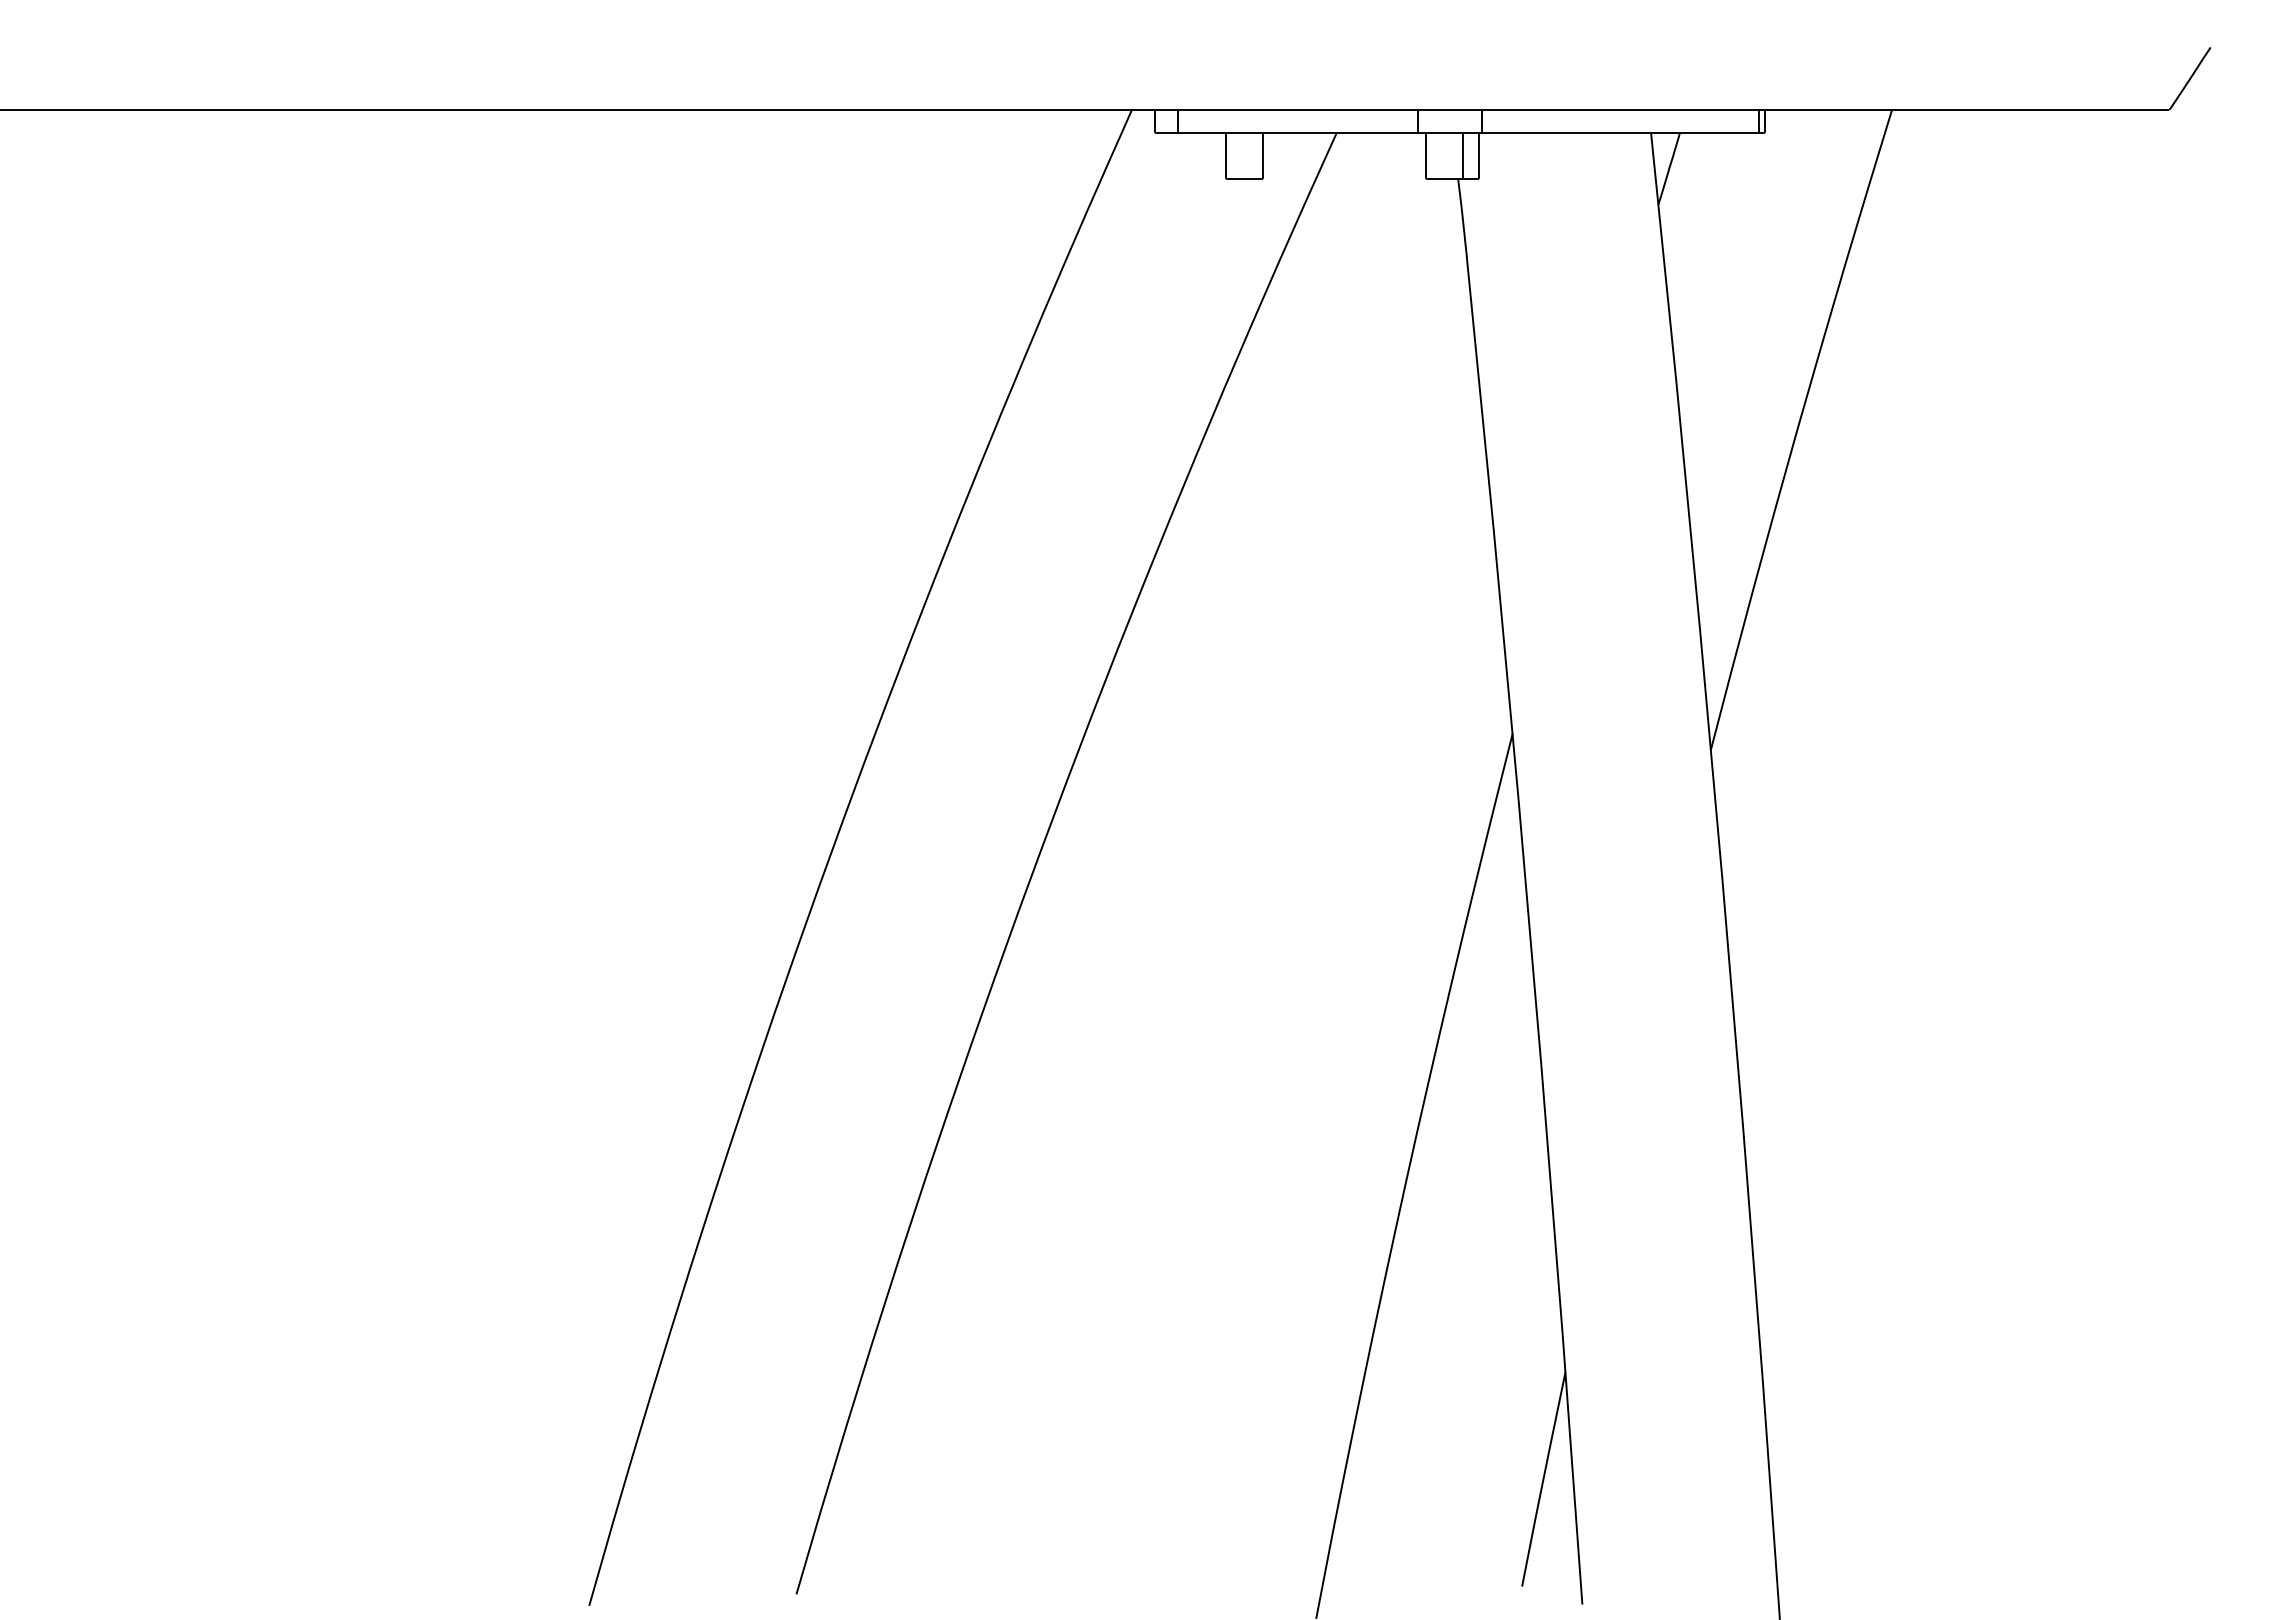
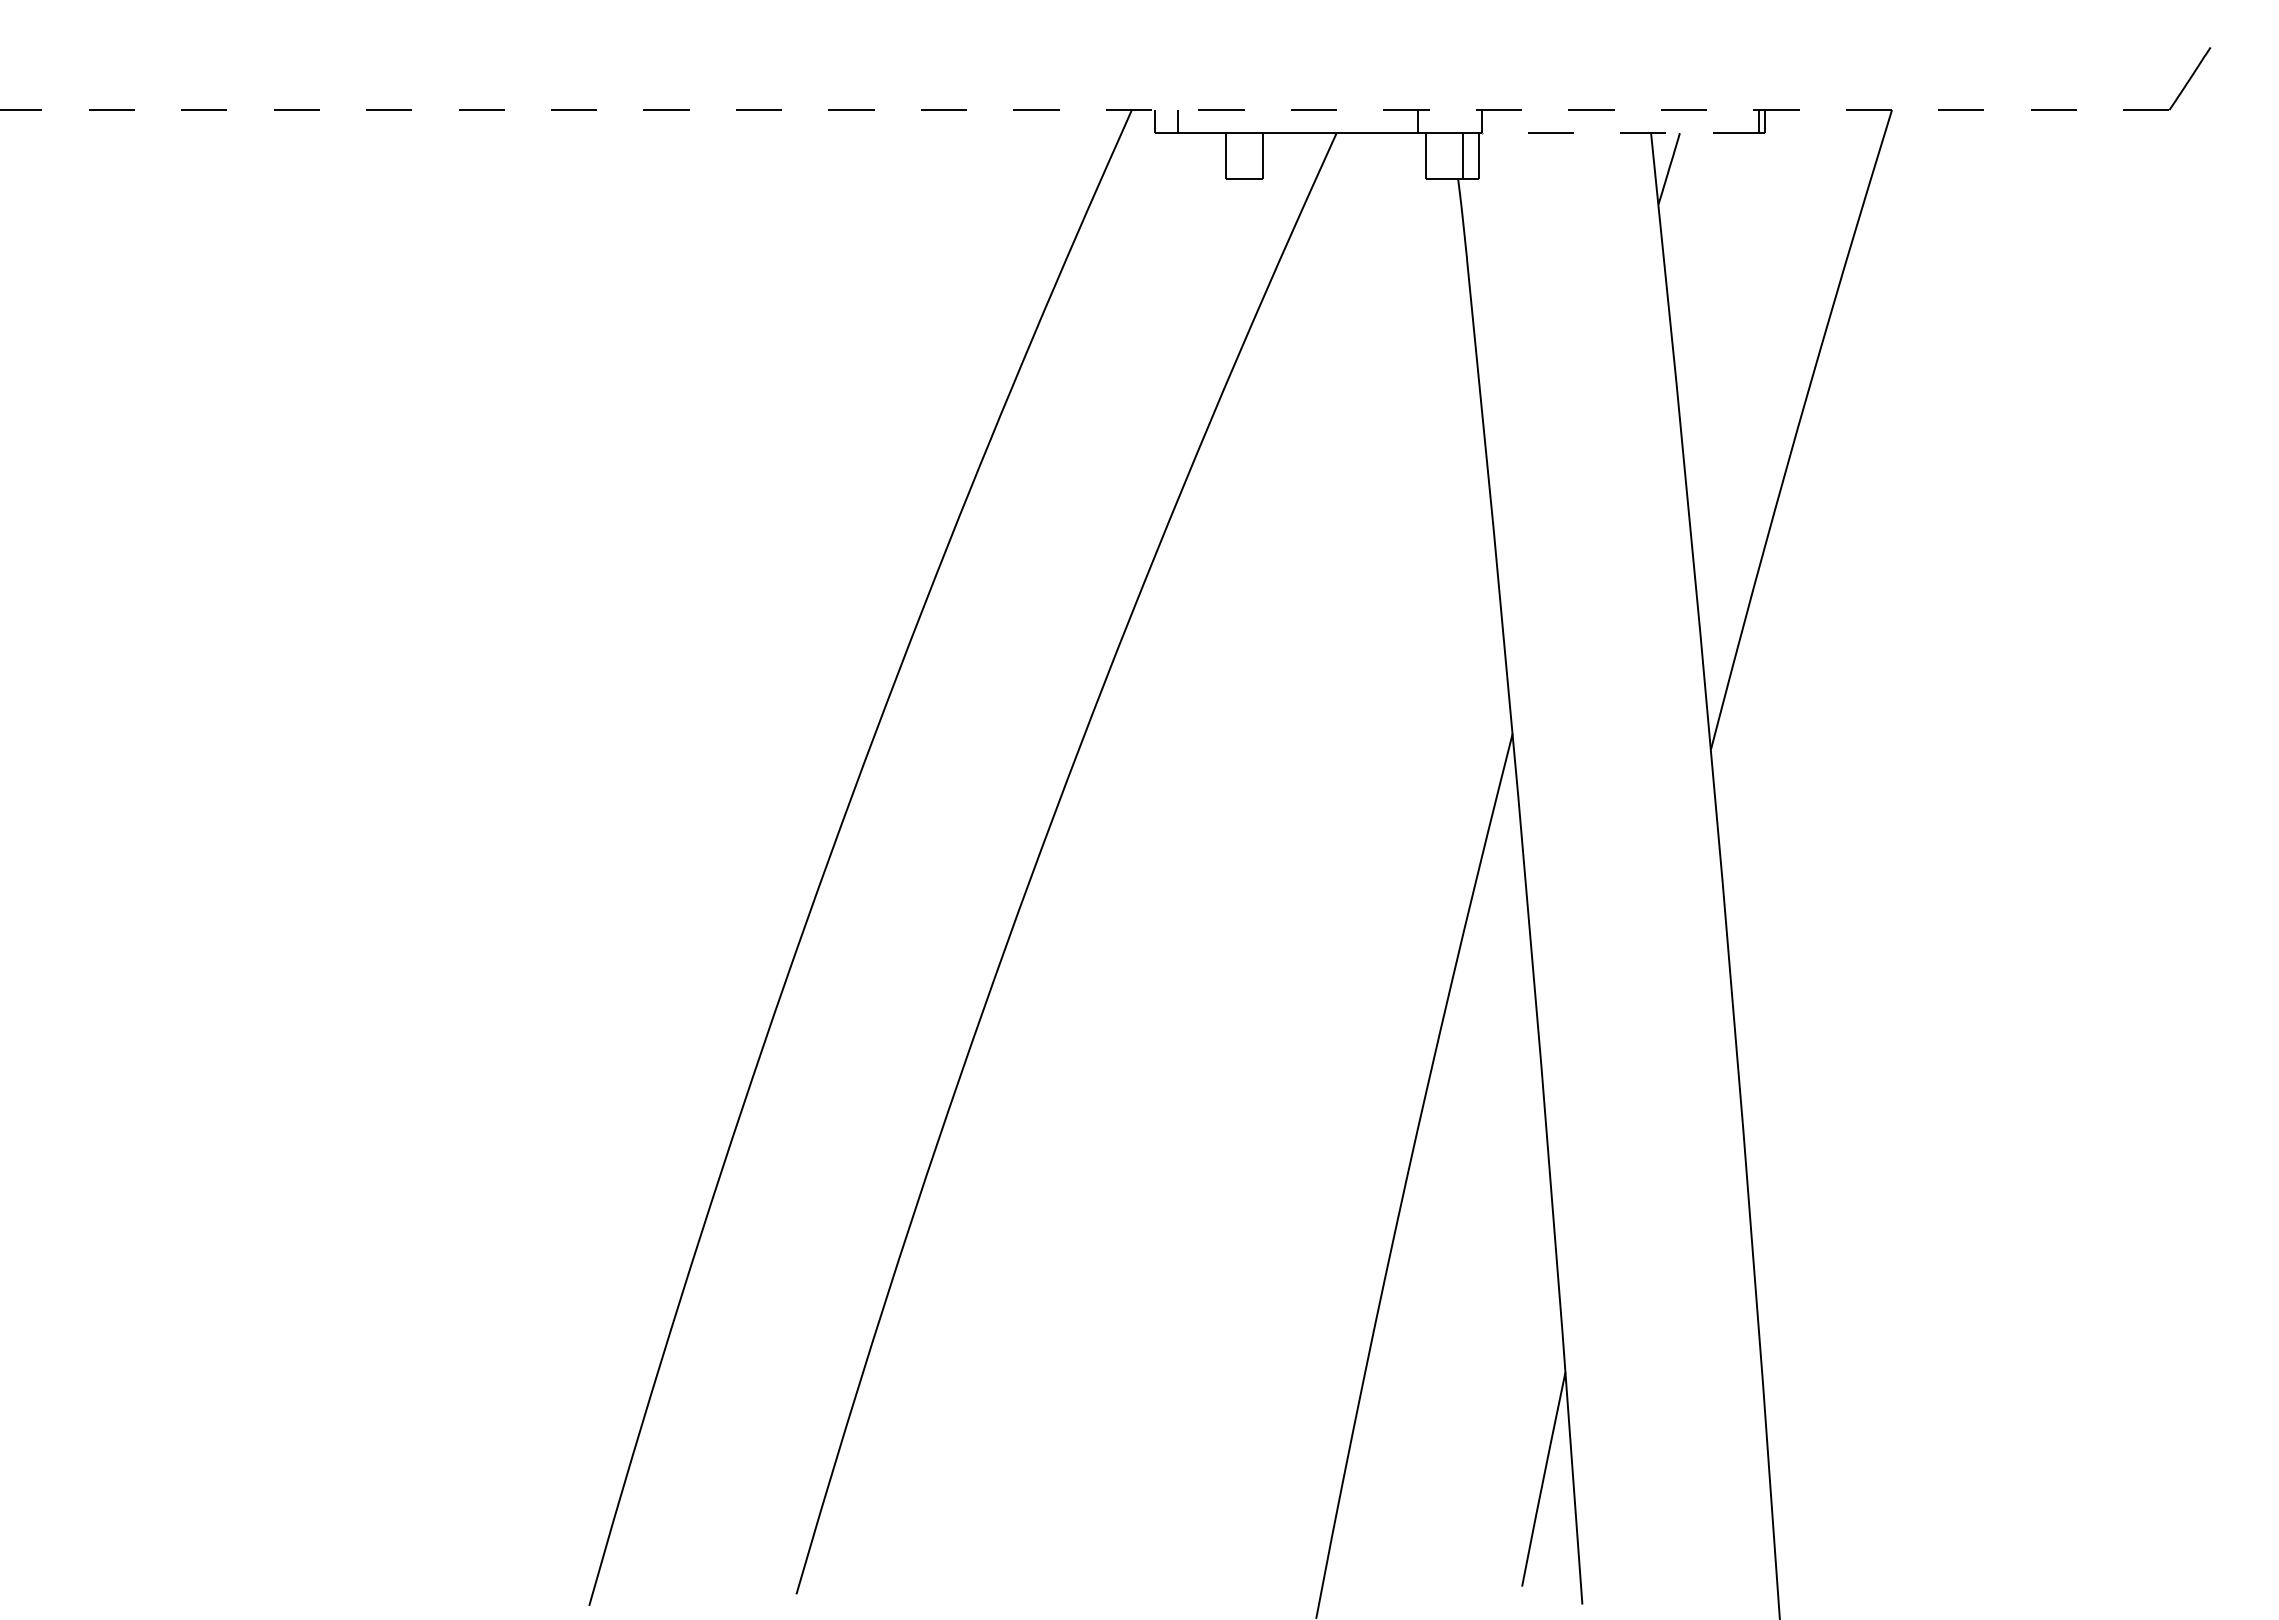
line at (1084, 110): solid -> dashed
line at (1620, 133): solid -> dashed
